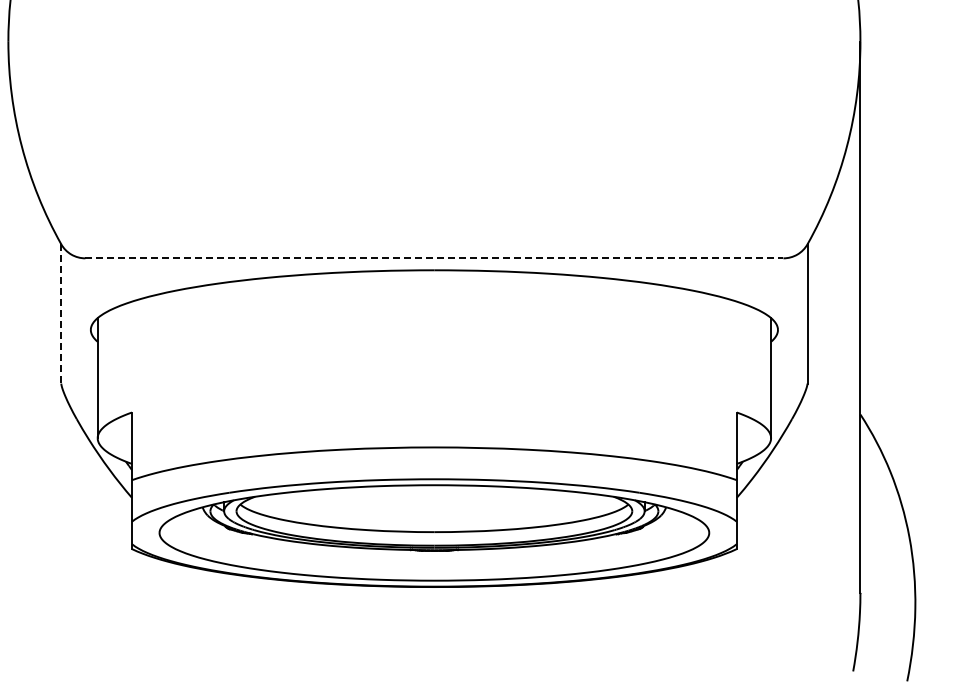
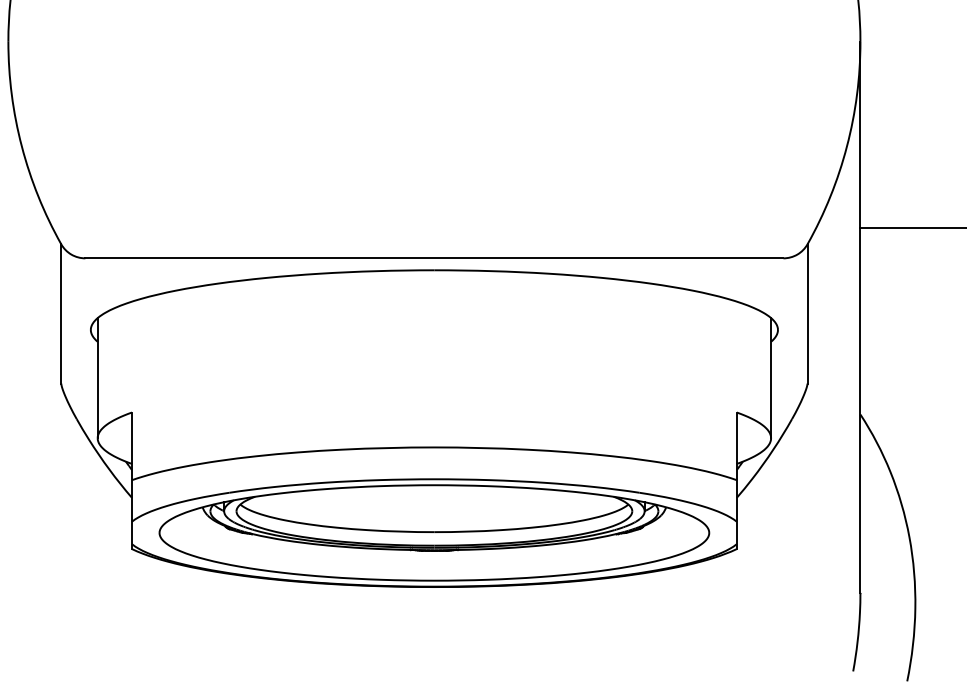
line at (911, 227): none -> present
line at (434, 258): dashed -> solid
line at (61, 313): dashed -> solid
